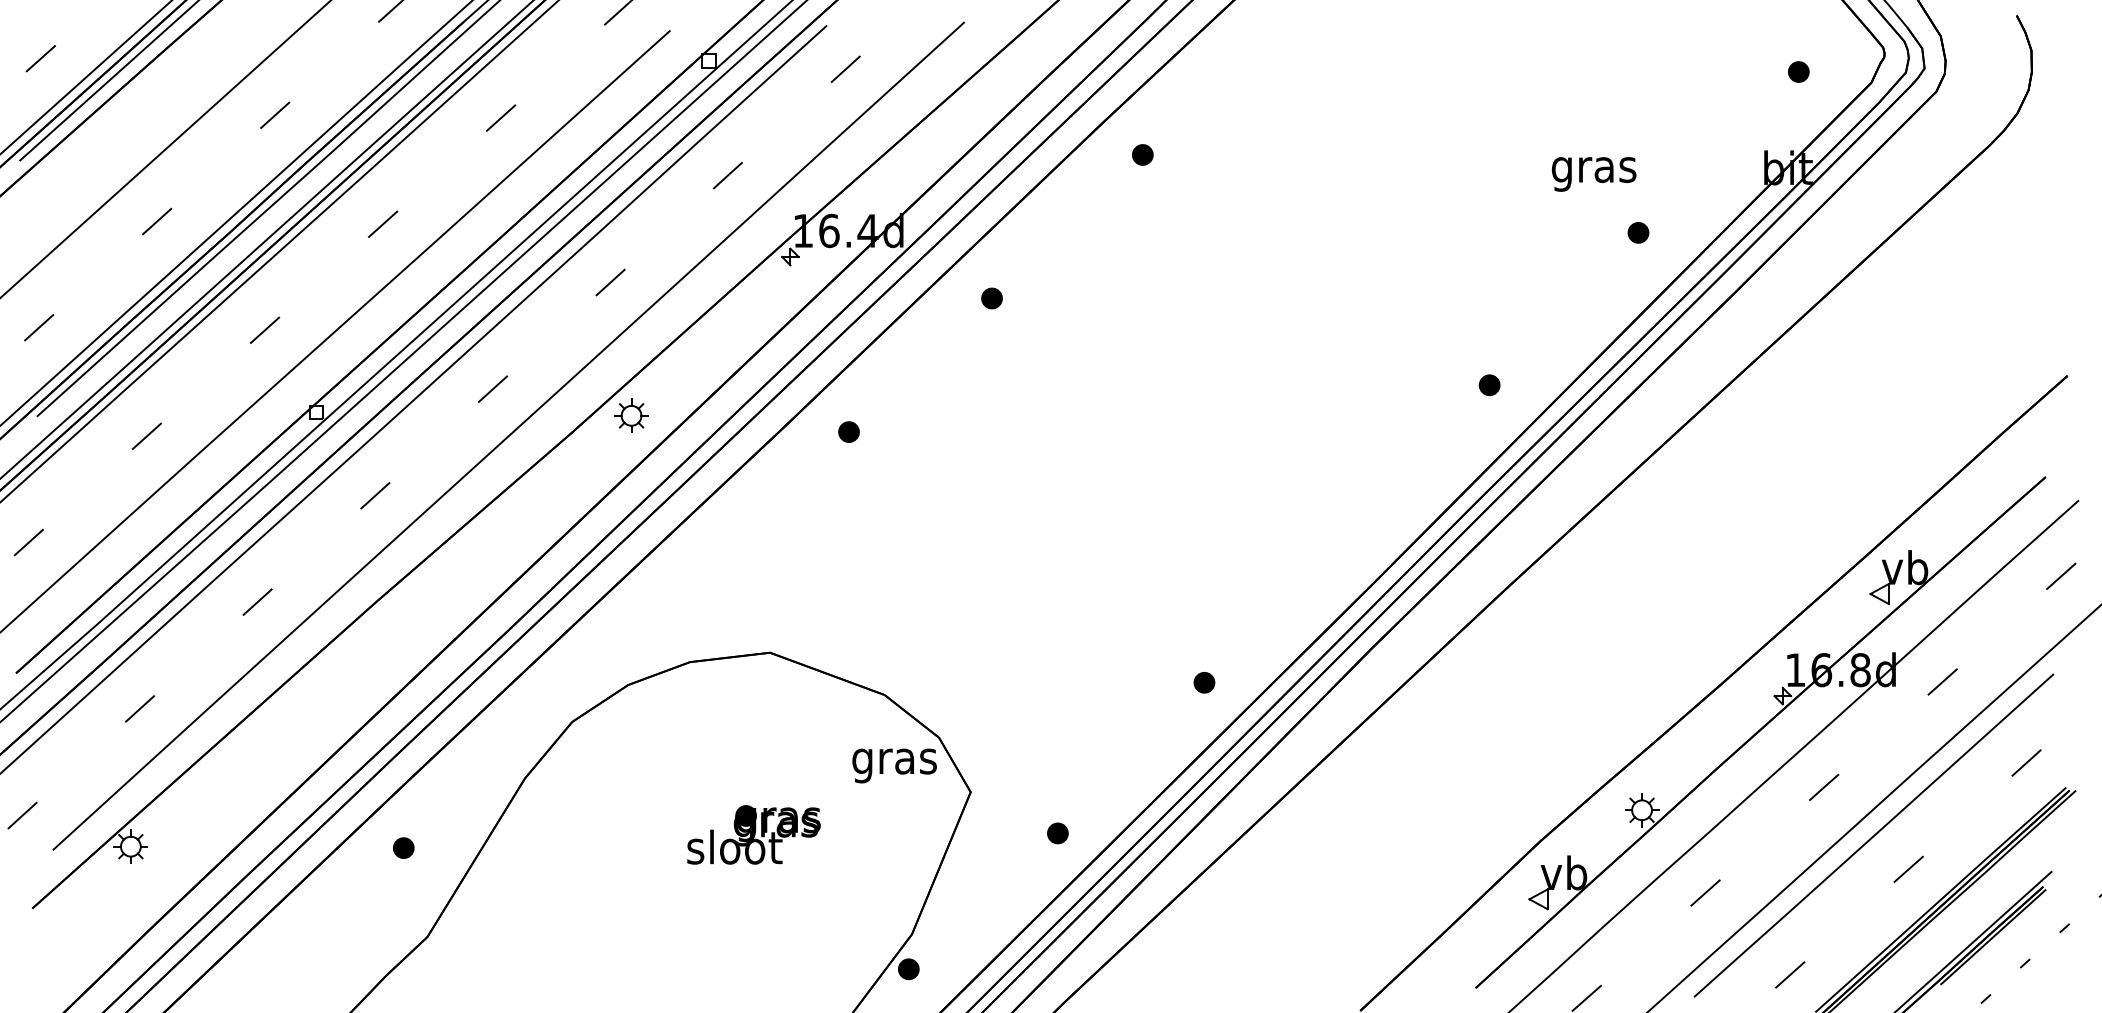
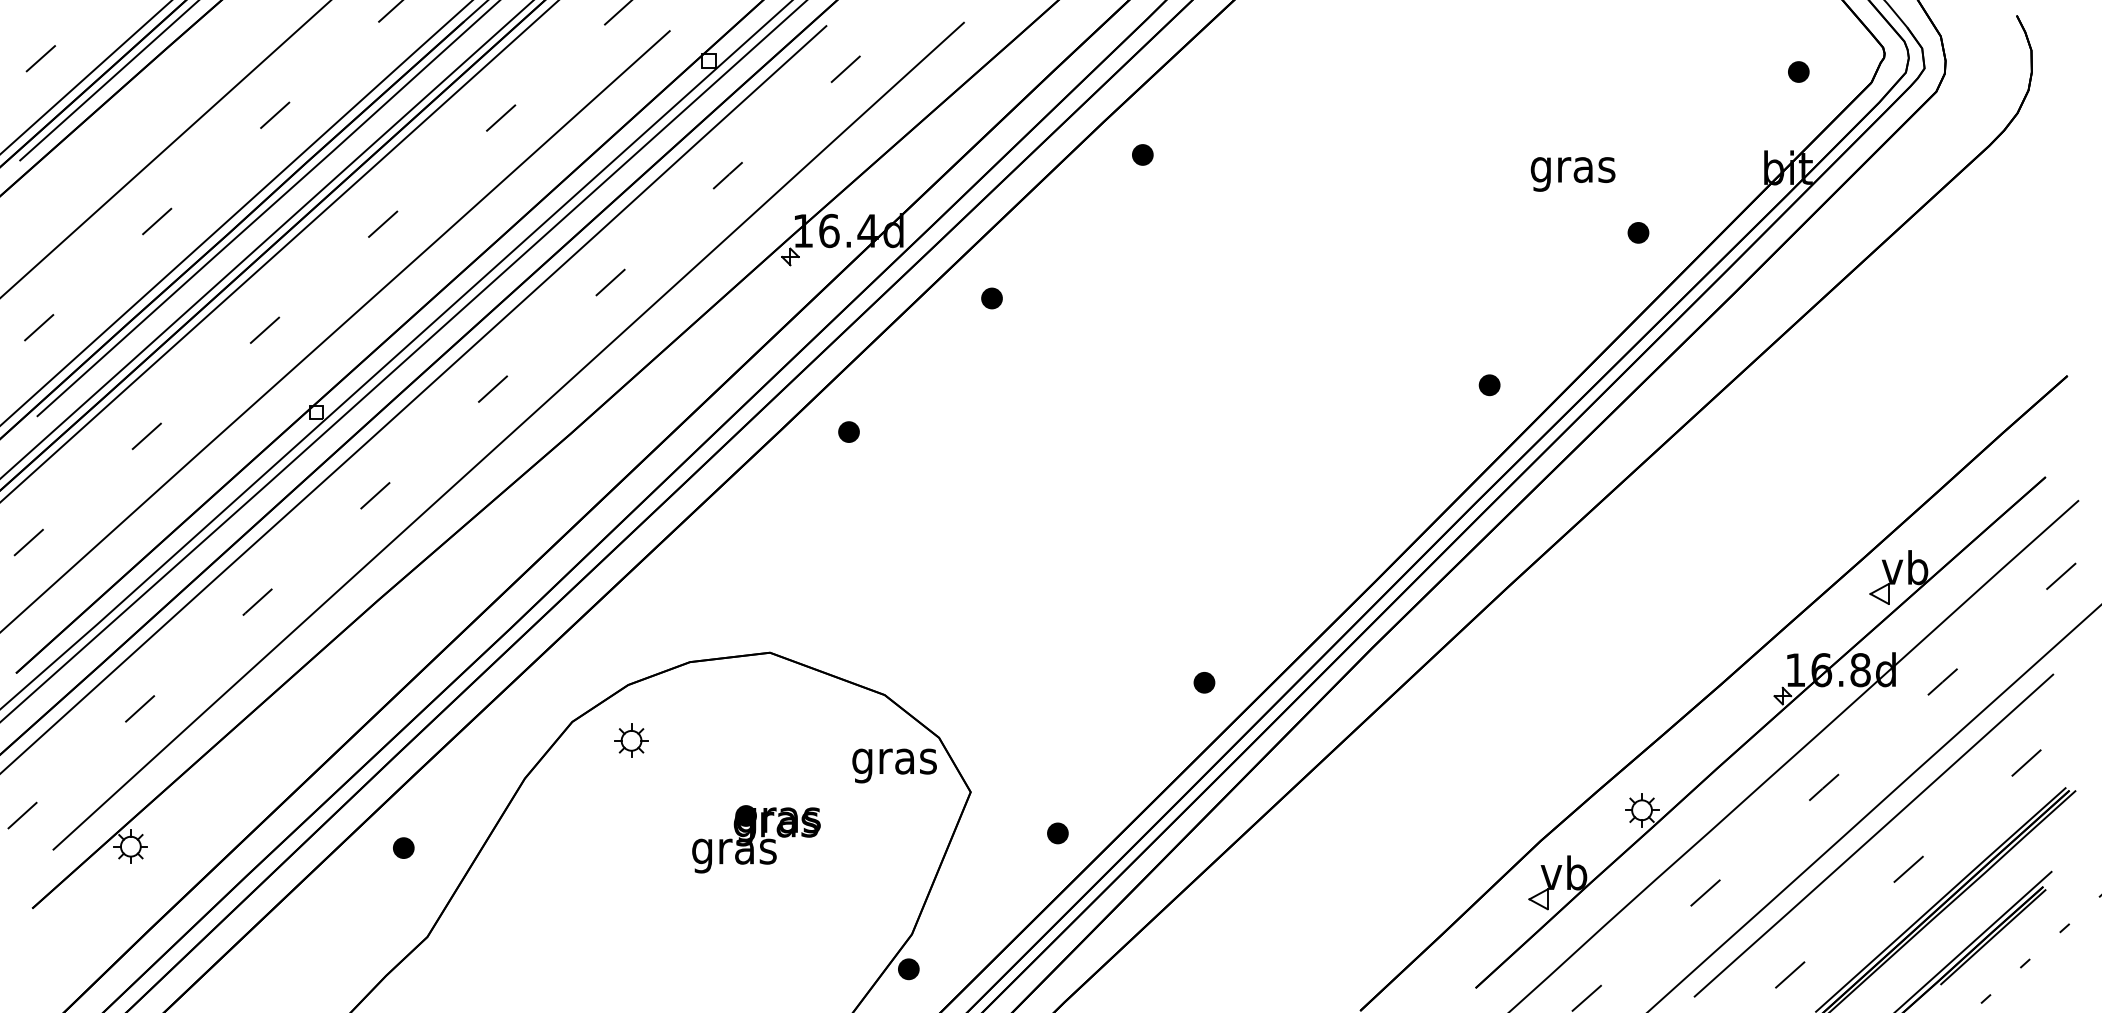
text at (1593, 174) position: (1593, 174) -> (1572, 174)
part at (631, 415) position: (631, 415) -> (631, 740)
text at (734, 851): sloot -> gras
